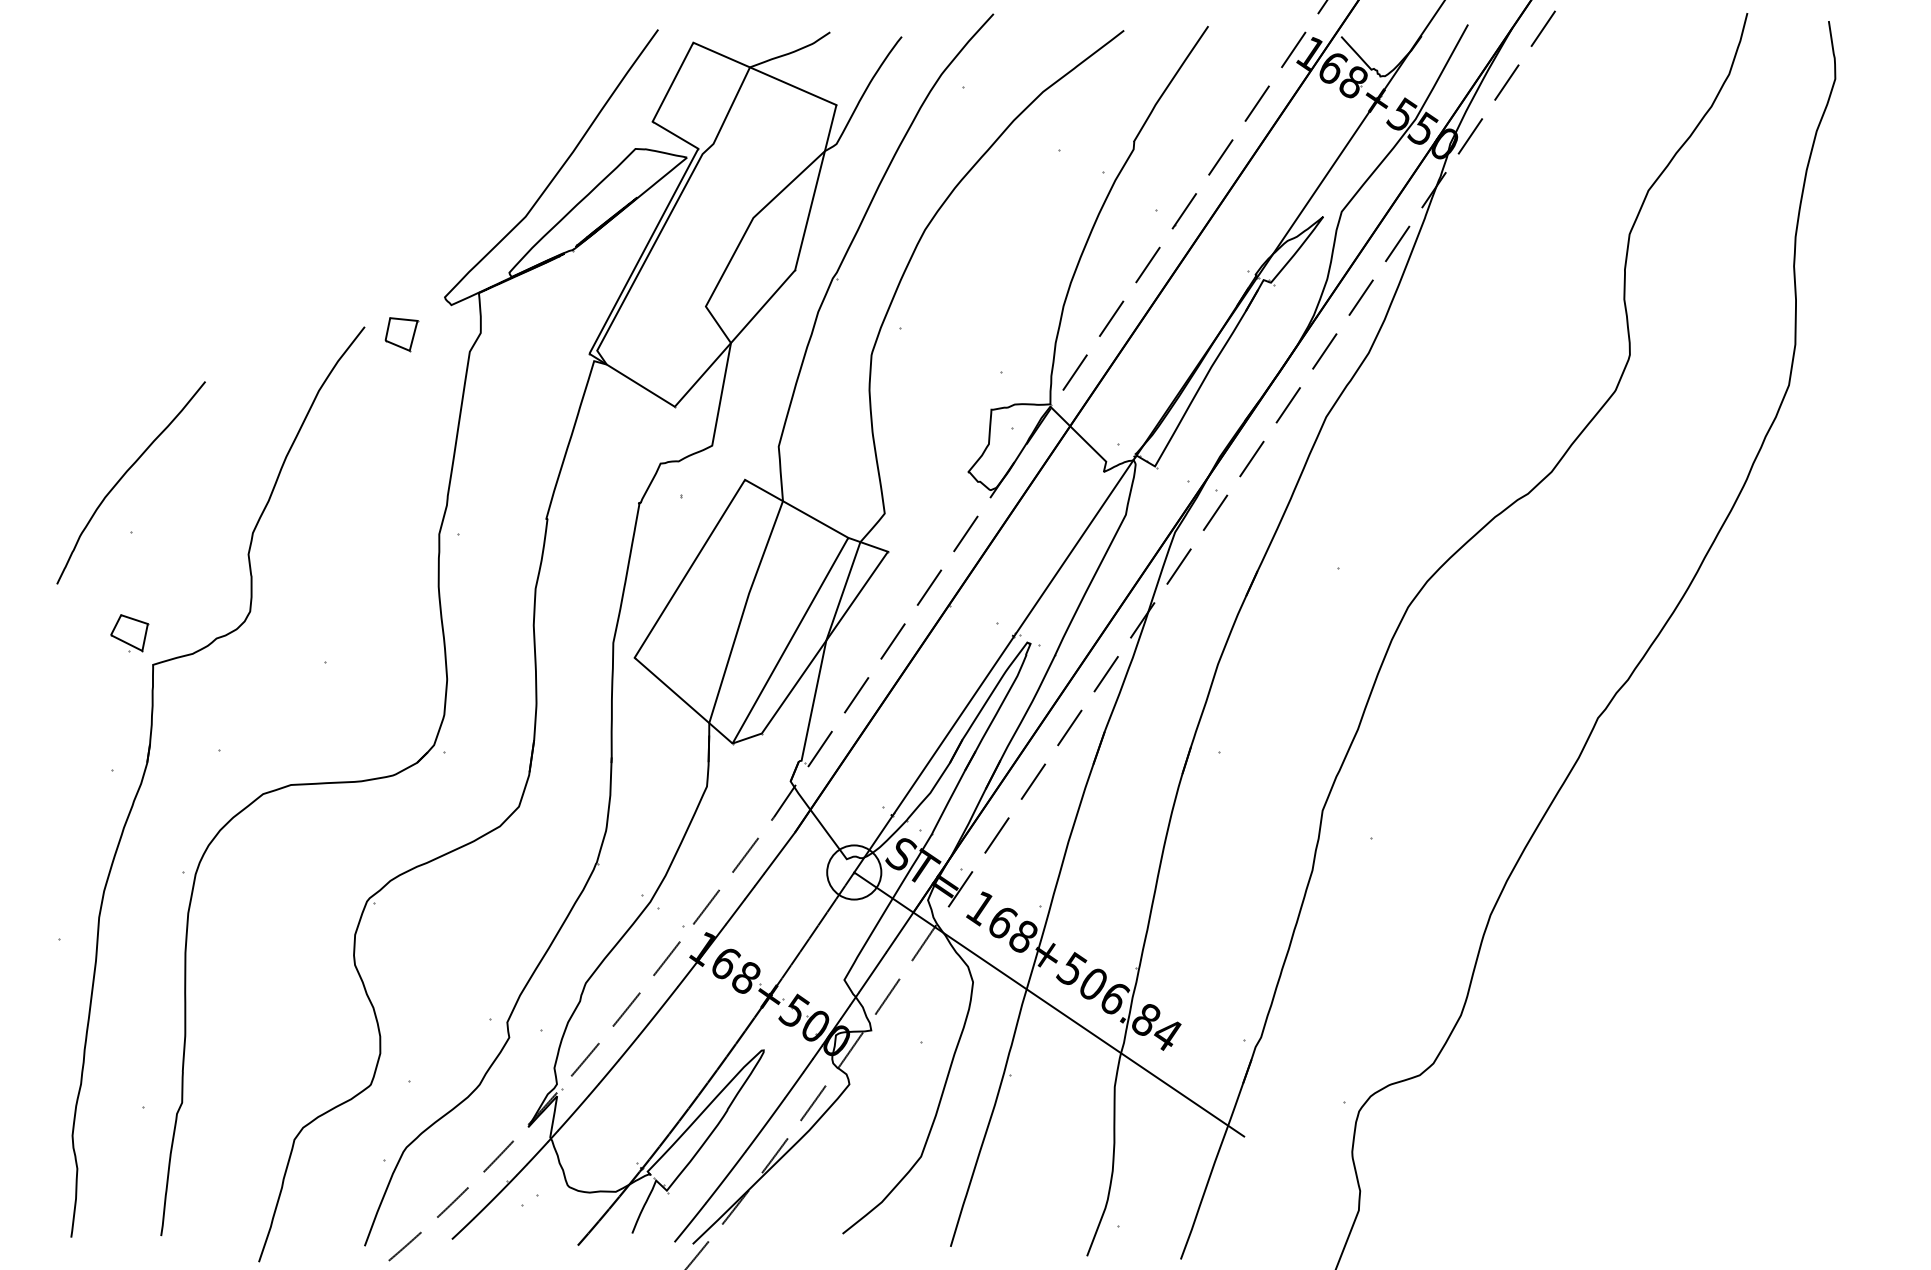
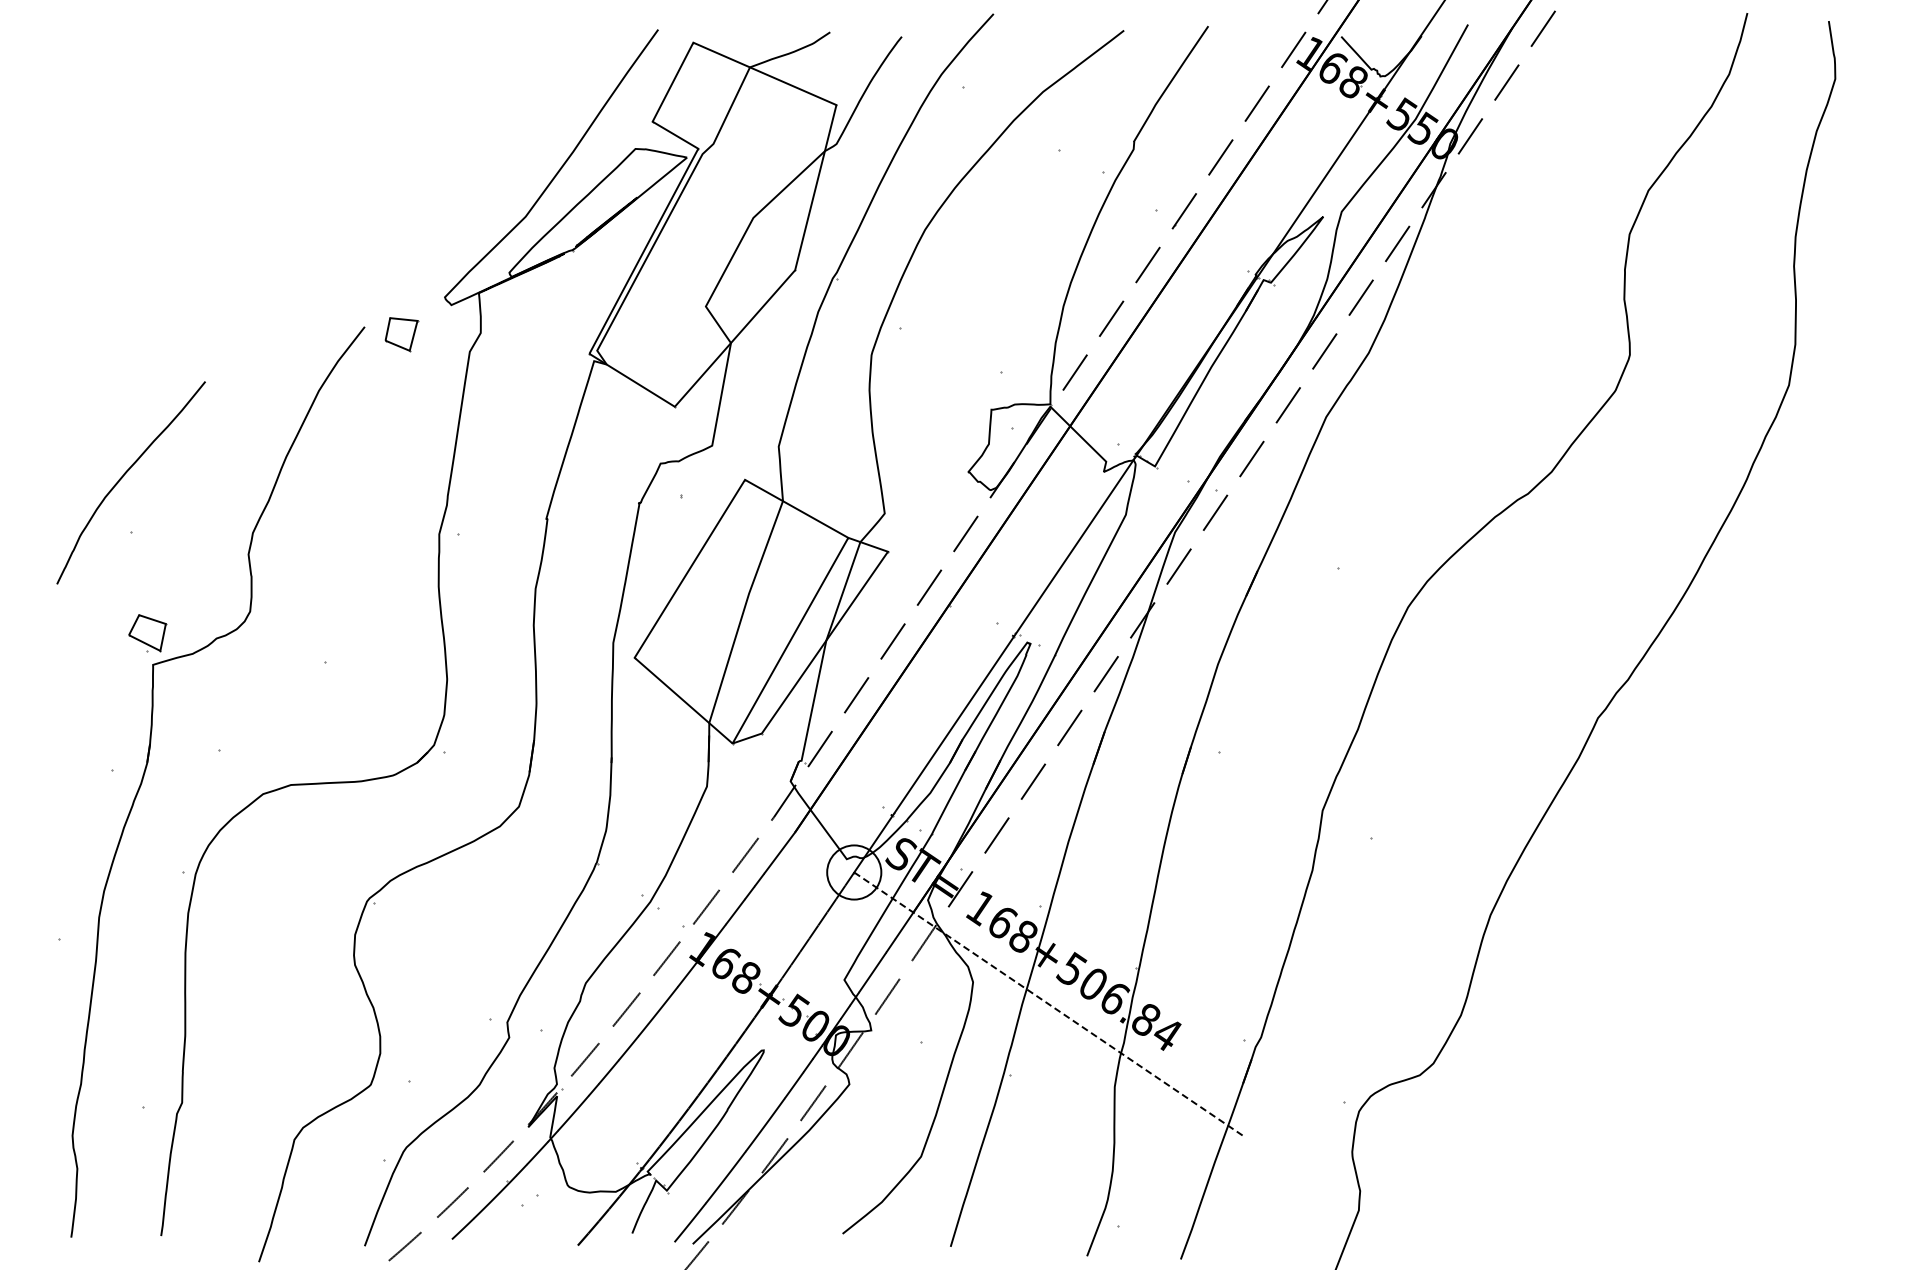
part at (129, 633) position: (129, 633) -> (147, 633)
line at (1049, 1004): solid -> dashed
